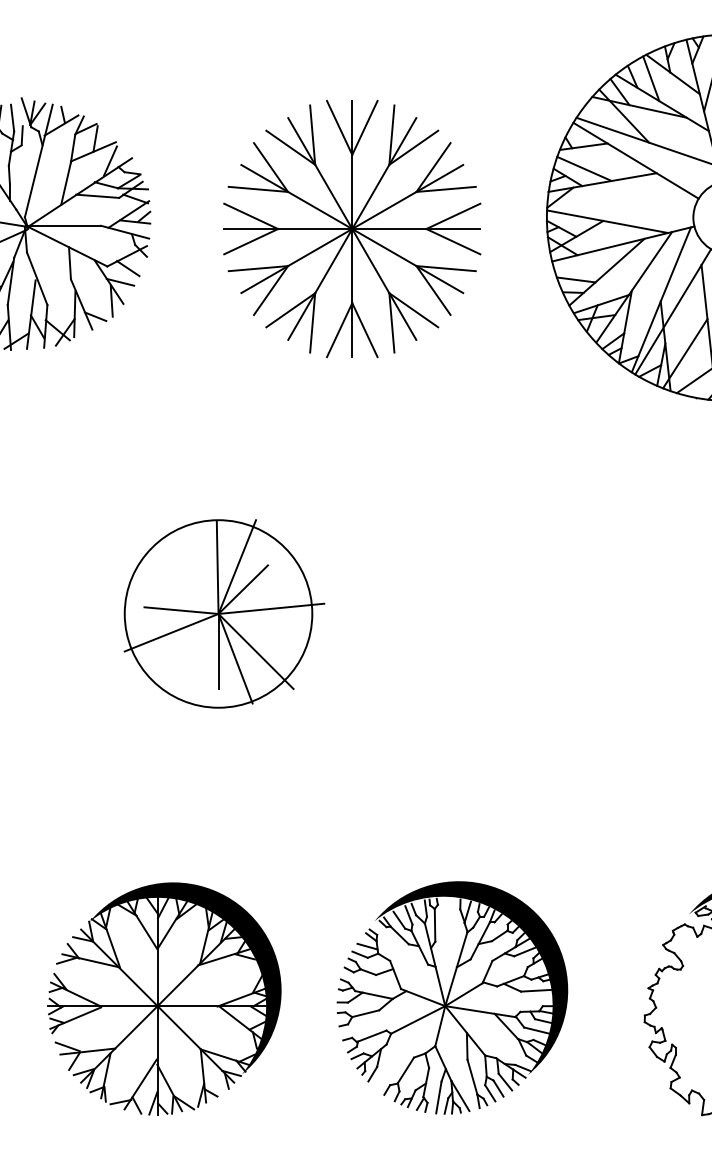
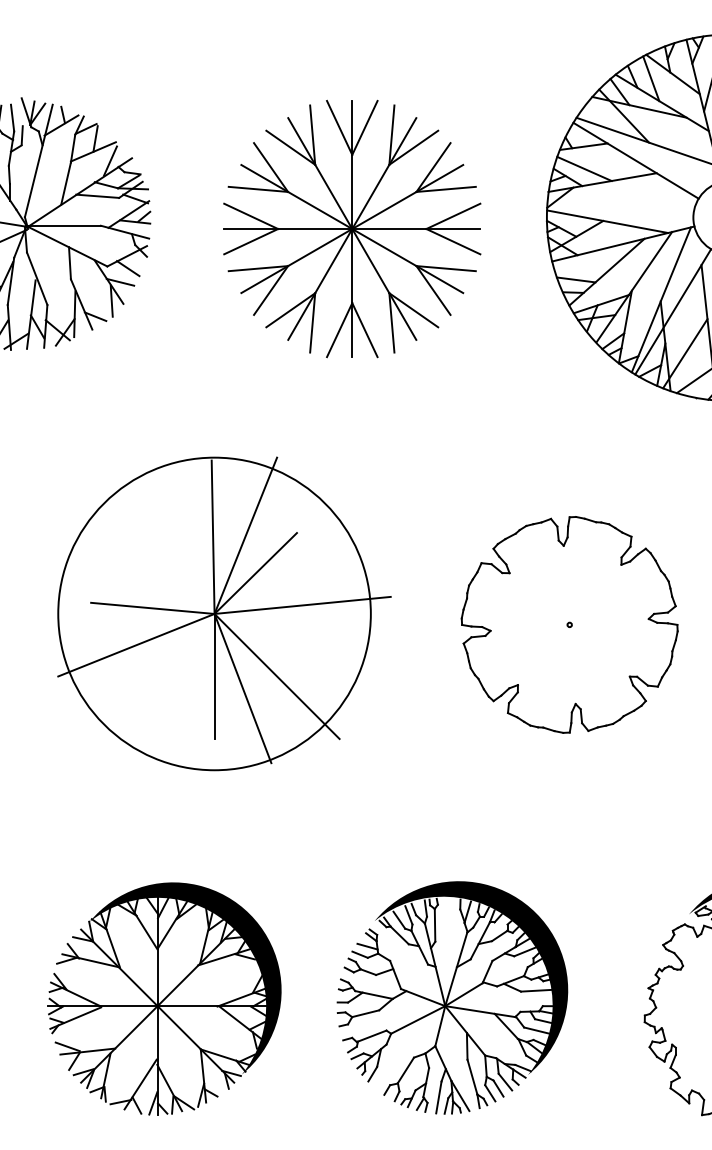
part at (224, 613) size: 203x190 px -> 335x316 px
part at (569, 624): none -> present
